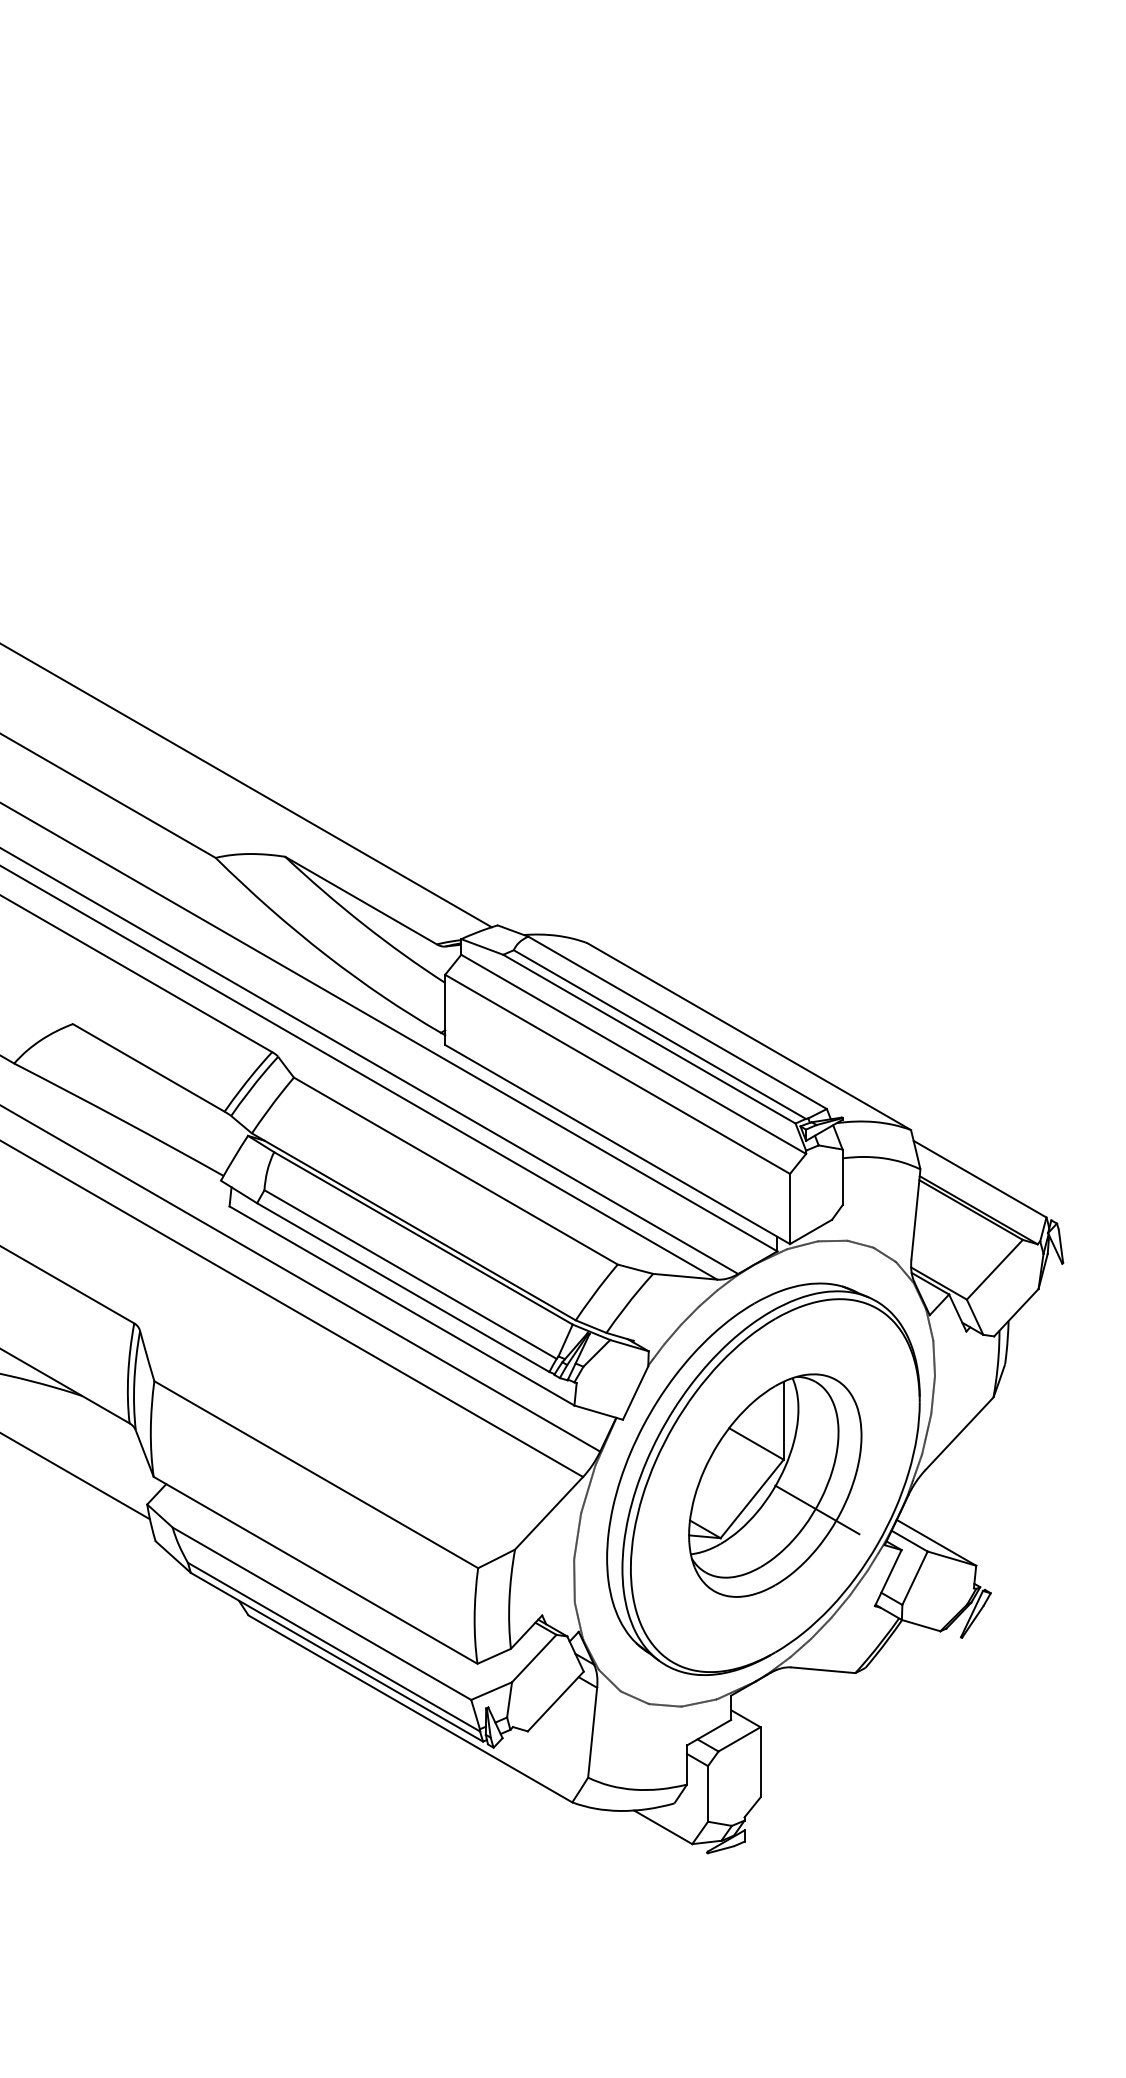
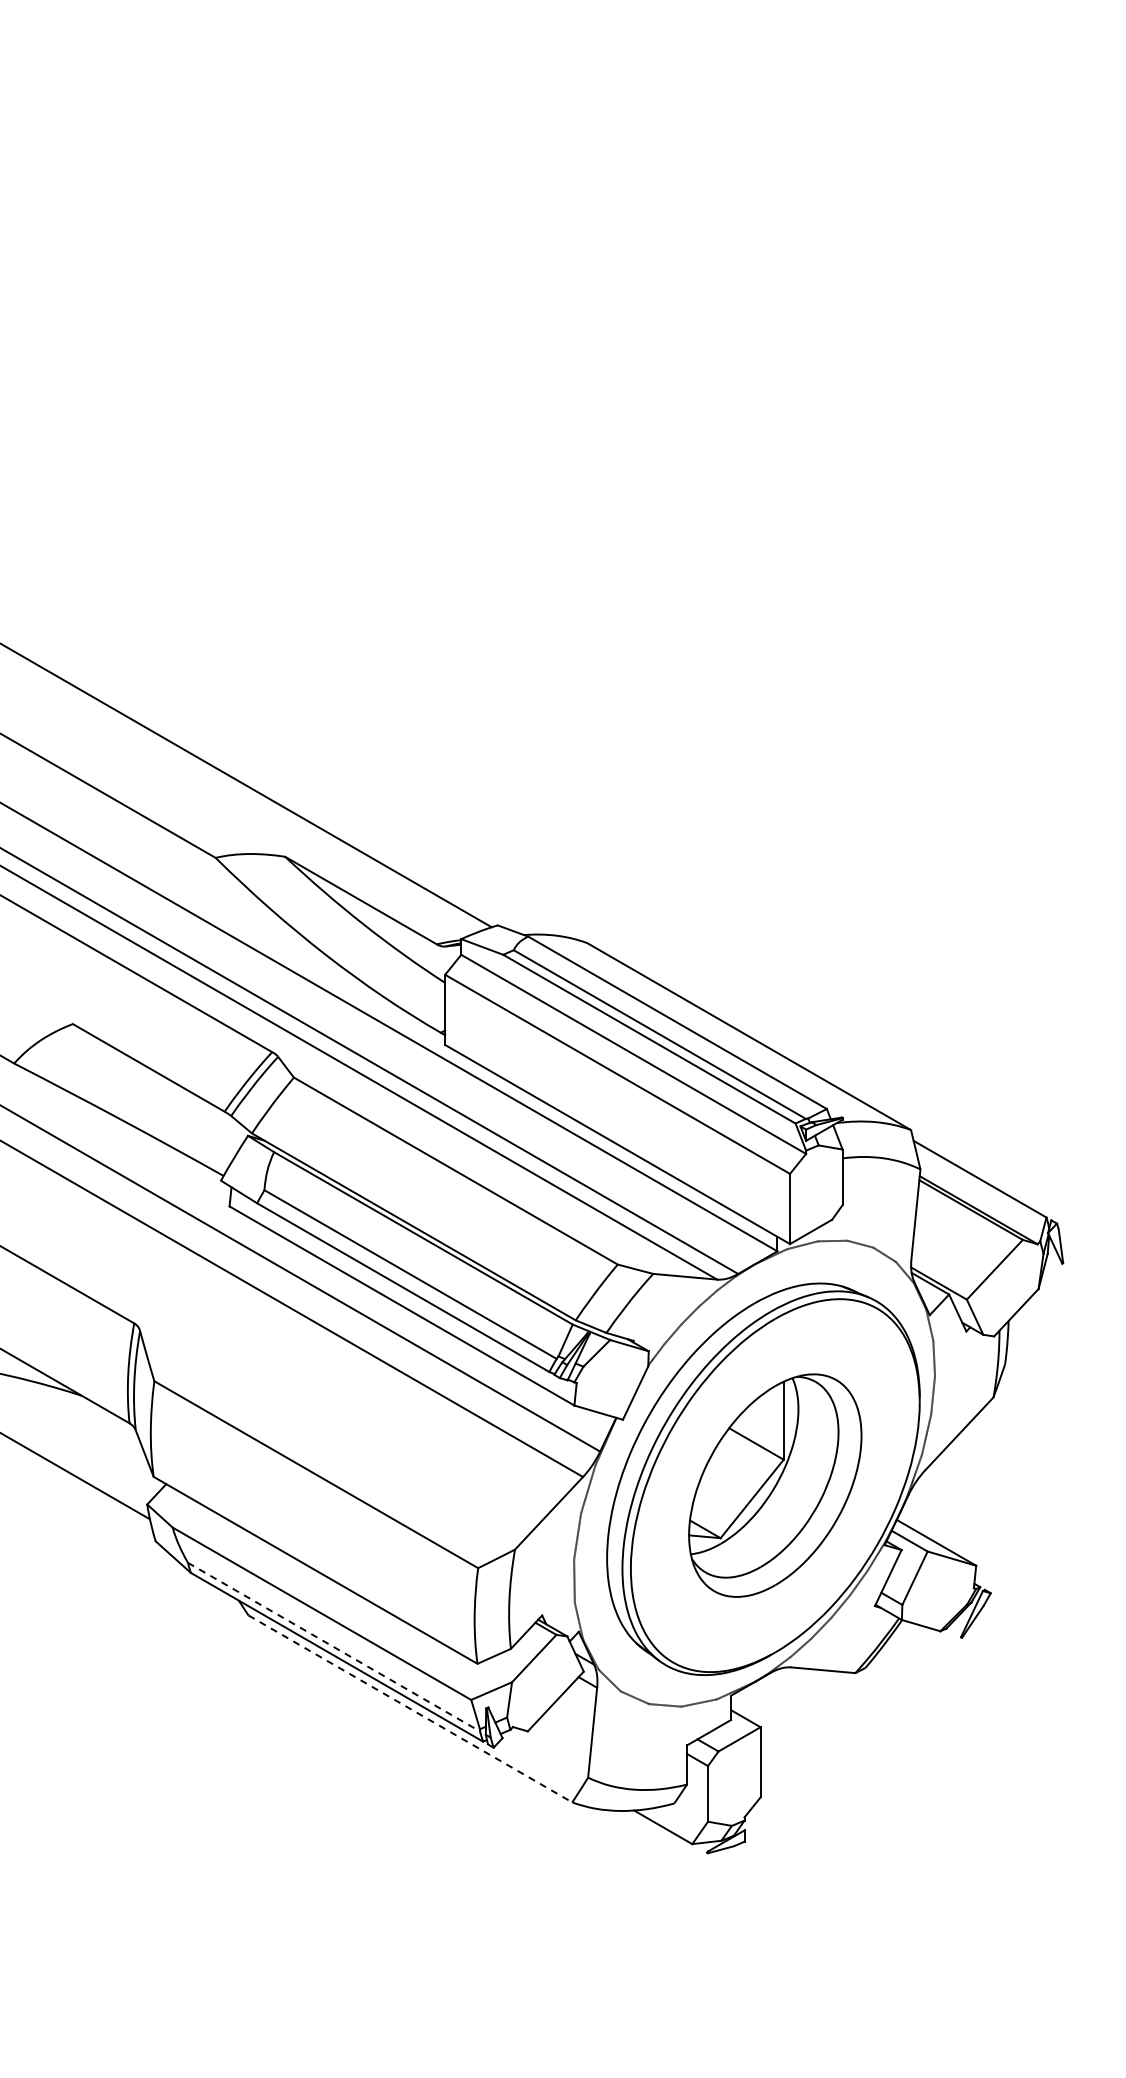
line at (817, 1509): present -> none
line at (334, 1647): solid -> dashed
line at (410, 1708): solid -> dashed
